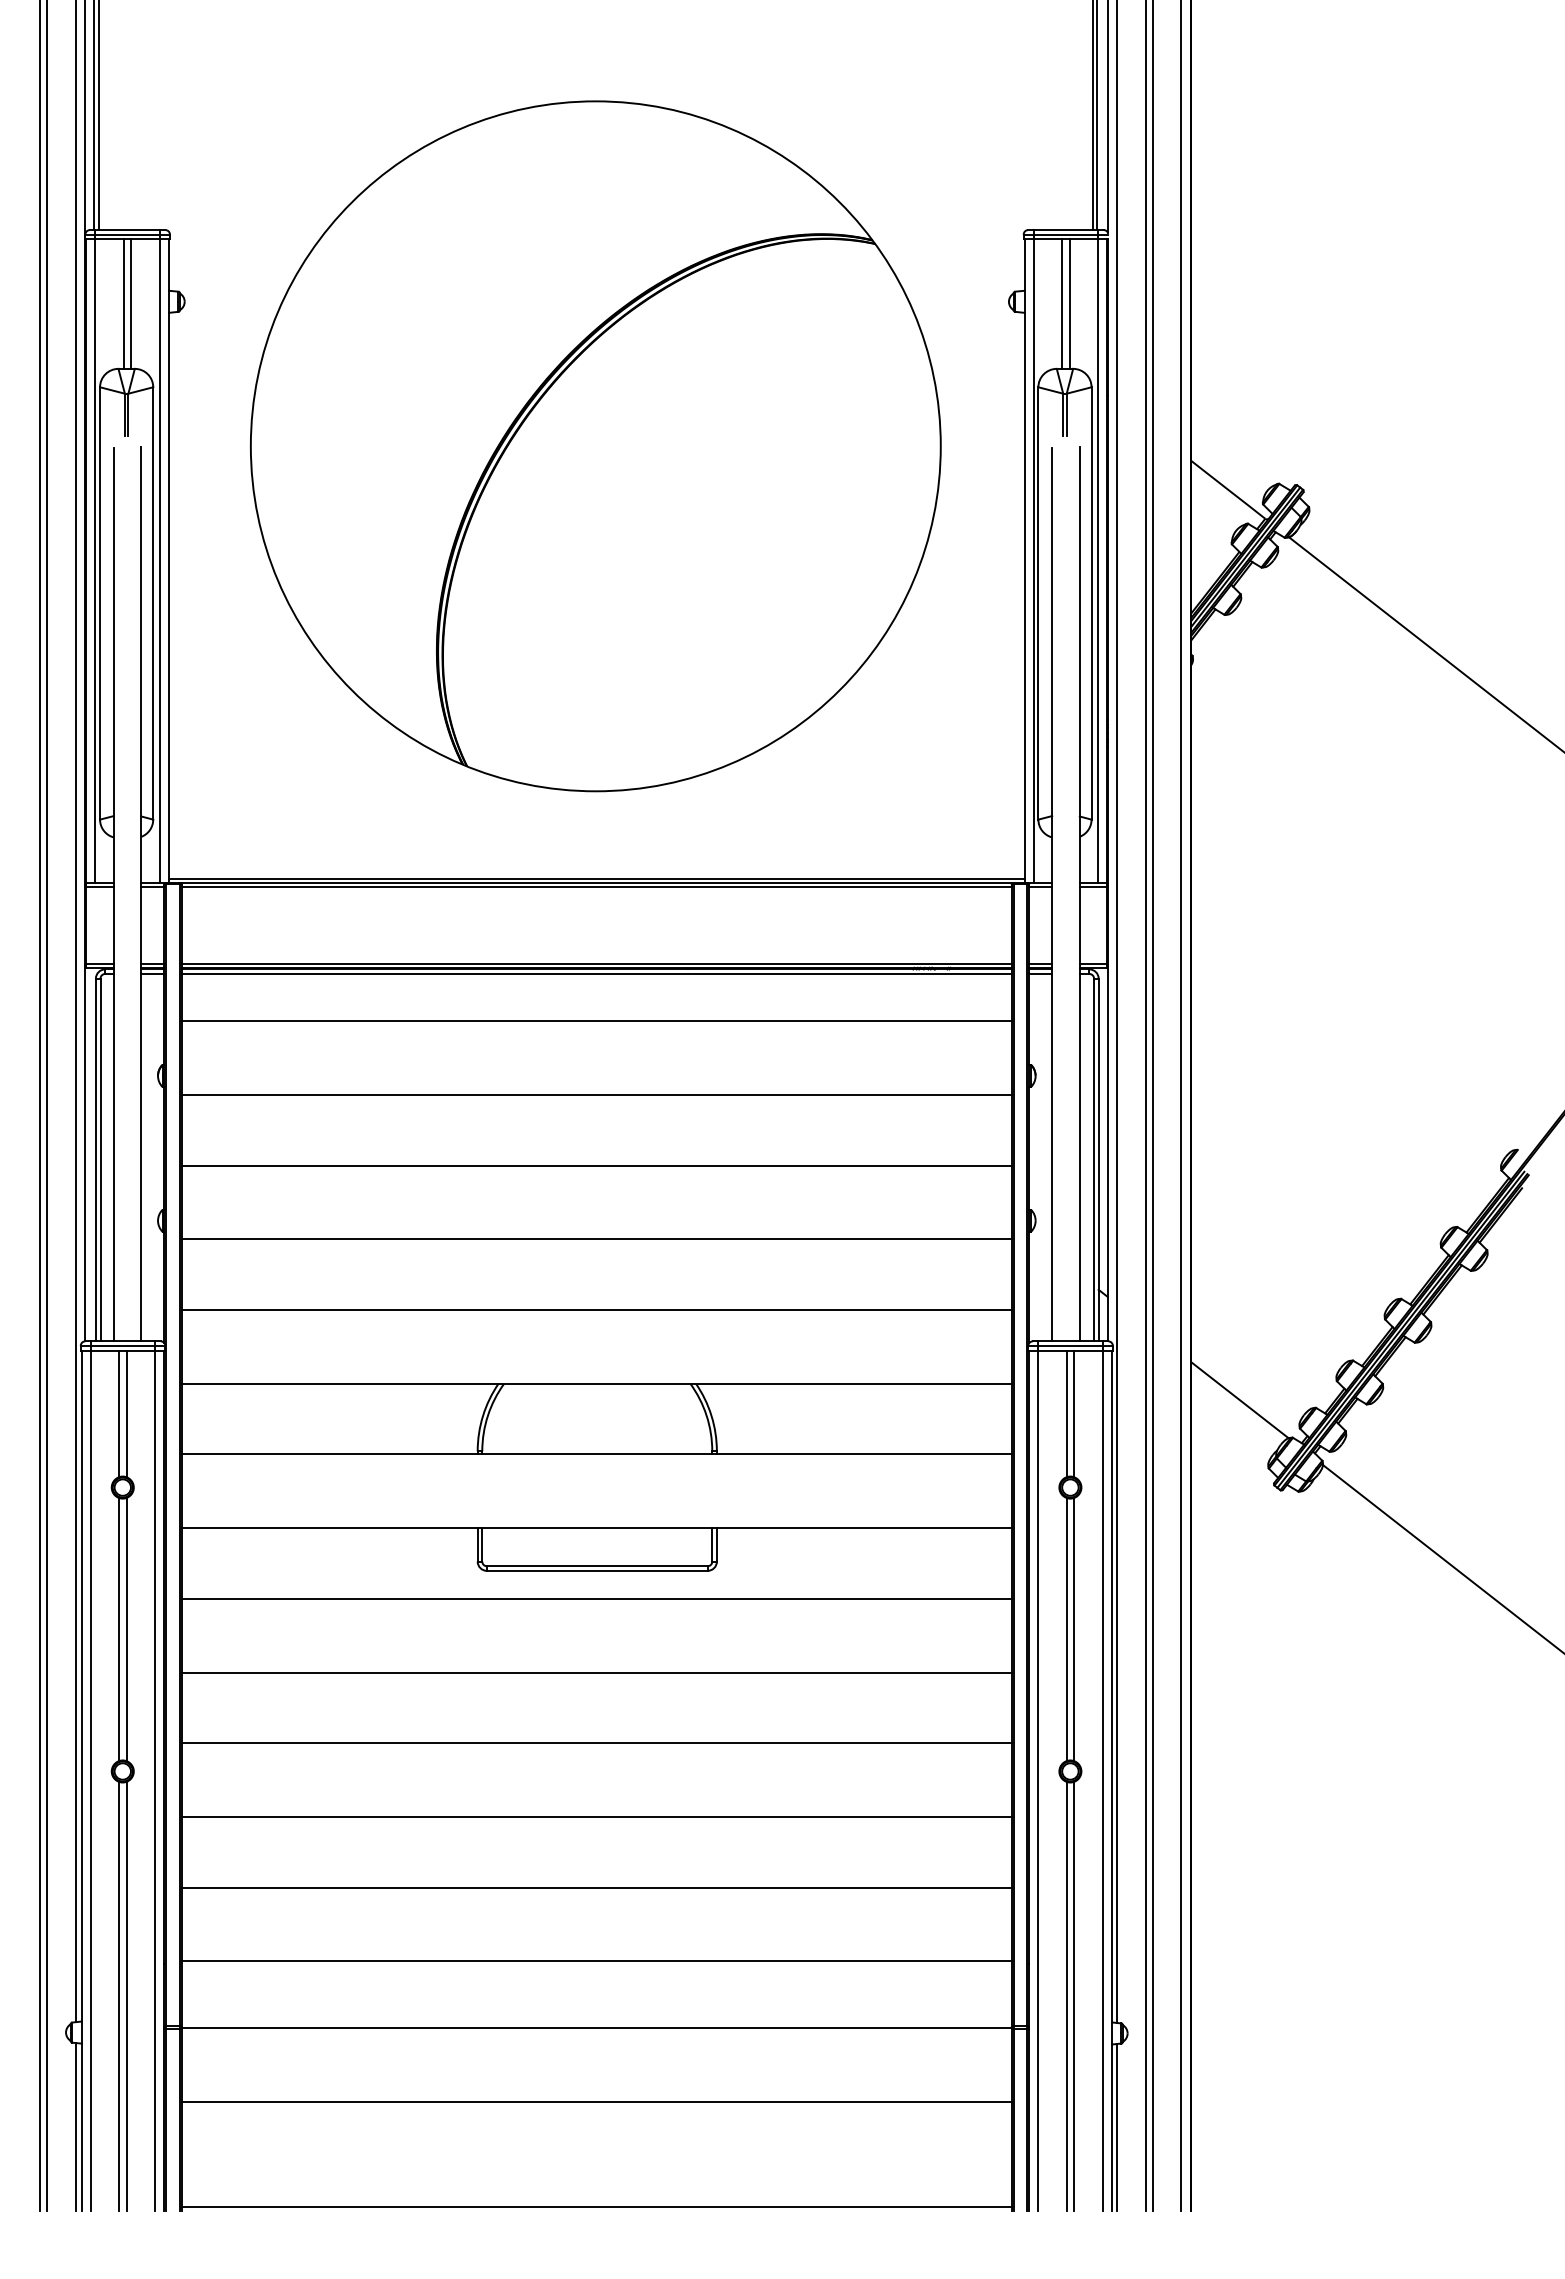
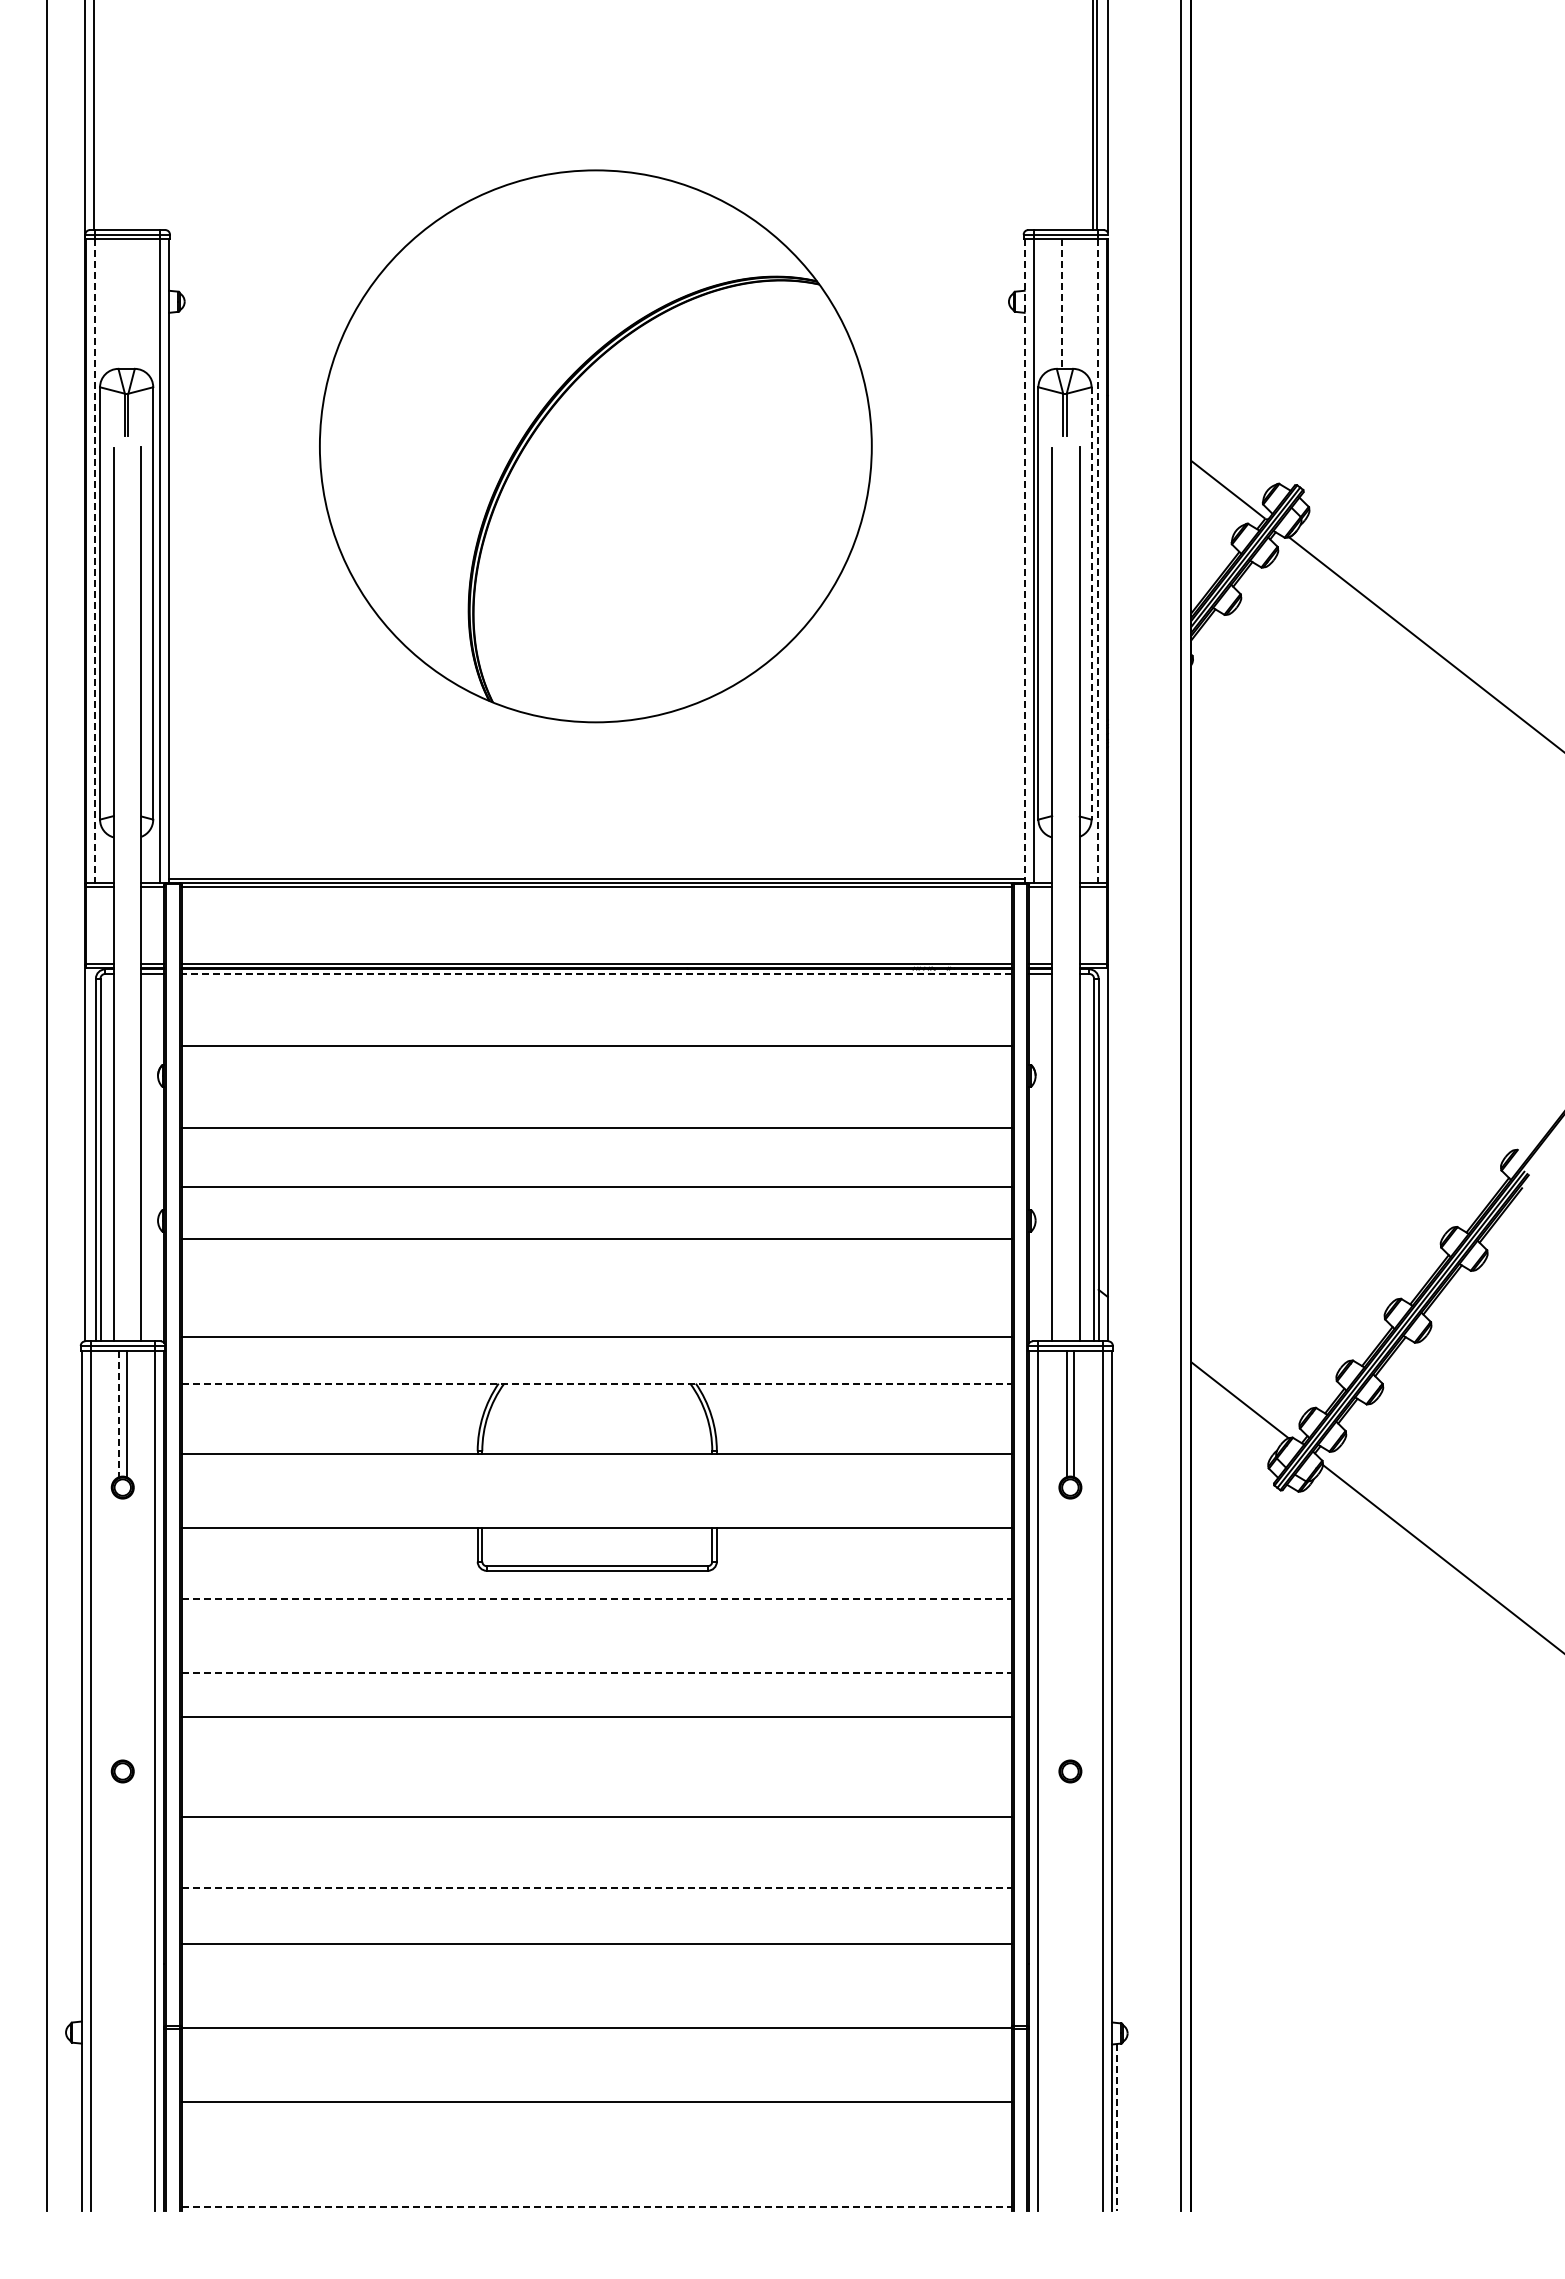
line at (99, 116): present -> none
line at (123, 303): present -> none
line at (131, 303): present -> none
line at (1069, 303): present -> none
line at (1062, 304): solid -> dashed
part at (595, 446) size: 692x693 px -> 554x555 px
line at (95, 561): solid -> dashed
line at (1024, 561): solid -> dashed
line at (1098, 561): solid -> dashed
line at (1091, 603): solid -> dashed
line at (596, 974): solid -> dashed
line at (75, 1012): present -> none
line at (1117, 1012): present -> none
line at (596, 1021) position: (596, 1021) -> (596, 1046)
line at (596, 1094) position: (596, 1094) -> (596, 1127)
line at (39, 1106): present -> none
line at (1145, 1106): present -> none
line at (1152, 1106): present -> none
line at (596, 1165) position: (596, 1165) -> (596, 1186)
line at (596, 1310) position: (596, 1310) -> (596, 1337)
line at (596, 1383): solid -> dashed
line at (119, 1414): solid -> dashed
line at (596, 1598): solid -> dashed
line at (119, 1629): present -> none
line at (126, 1629): present -> none
line at (1066, 1629): present -> none
line at (1074, 1629): present -> none
line at (596, 1672): solid -> dashed
line at (596, 1743) position: (596, 1743) -> (596, 1717)
line at (596, 1887): solid -> dashed
line at (596, 1961) position: (596, 1961) -> (596, 1944)
line at (119, 1995): present -> none
line at (126, 1995): present -> none
line at (1066, 1995): present -> none
line at (1074, 1995): present -> none
line at (75, 2126): present -> none
line at (1117, 2127): solid -> dashed
line at (596, 2206): solid -> dashed
